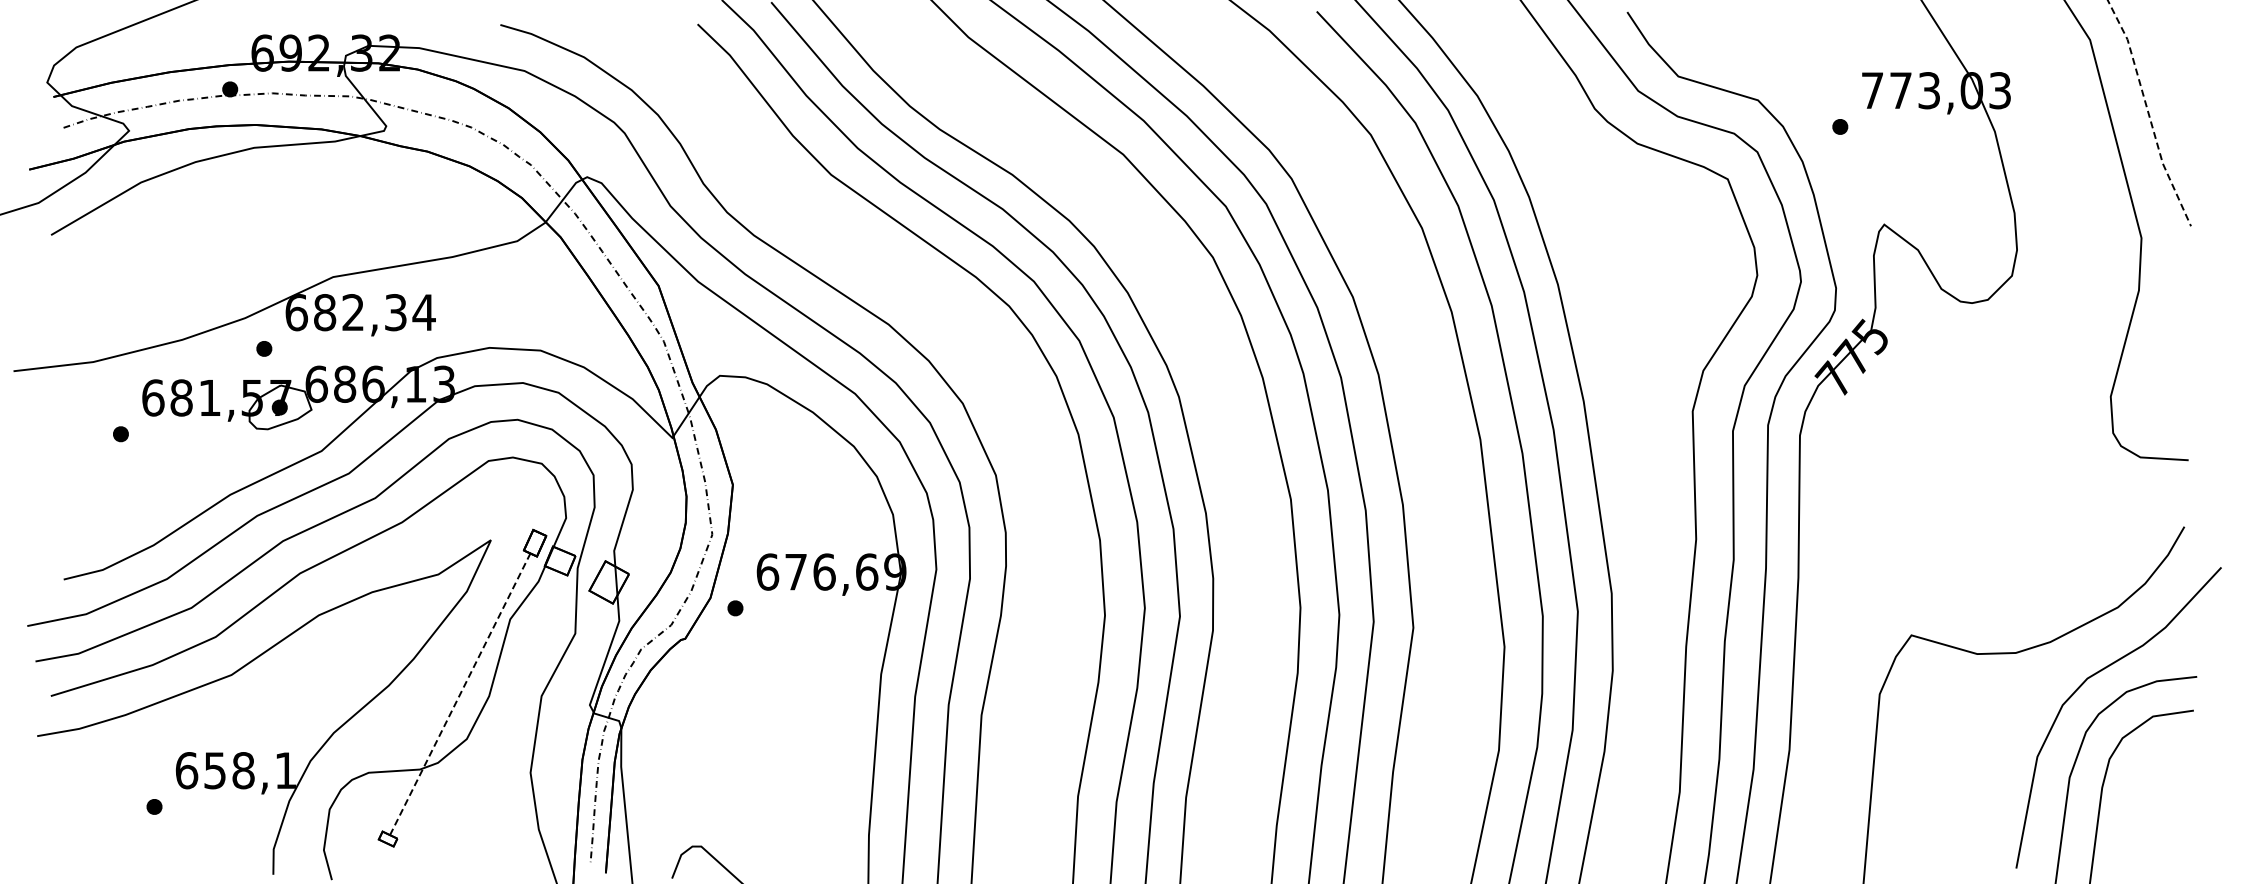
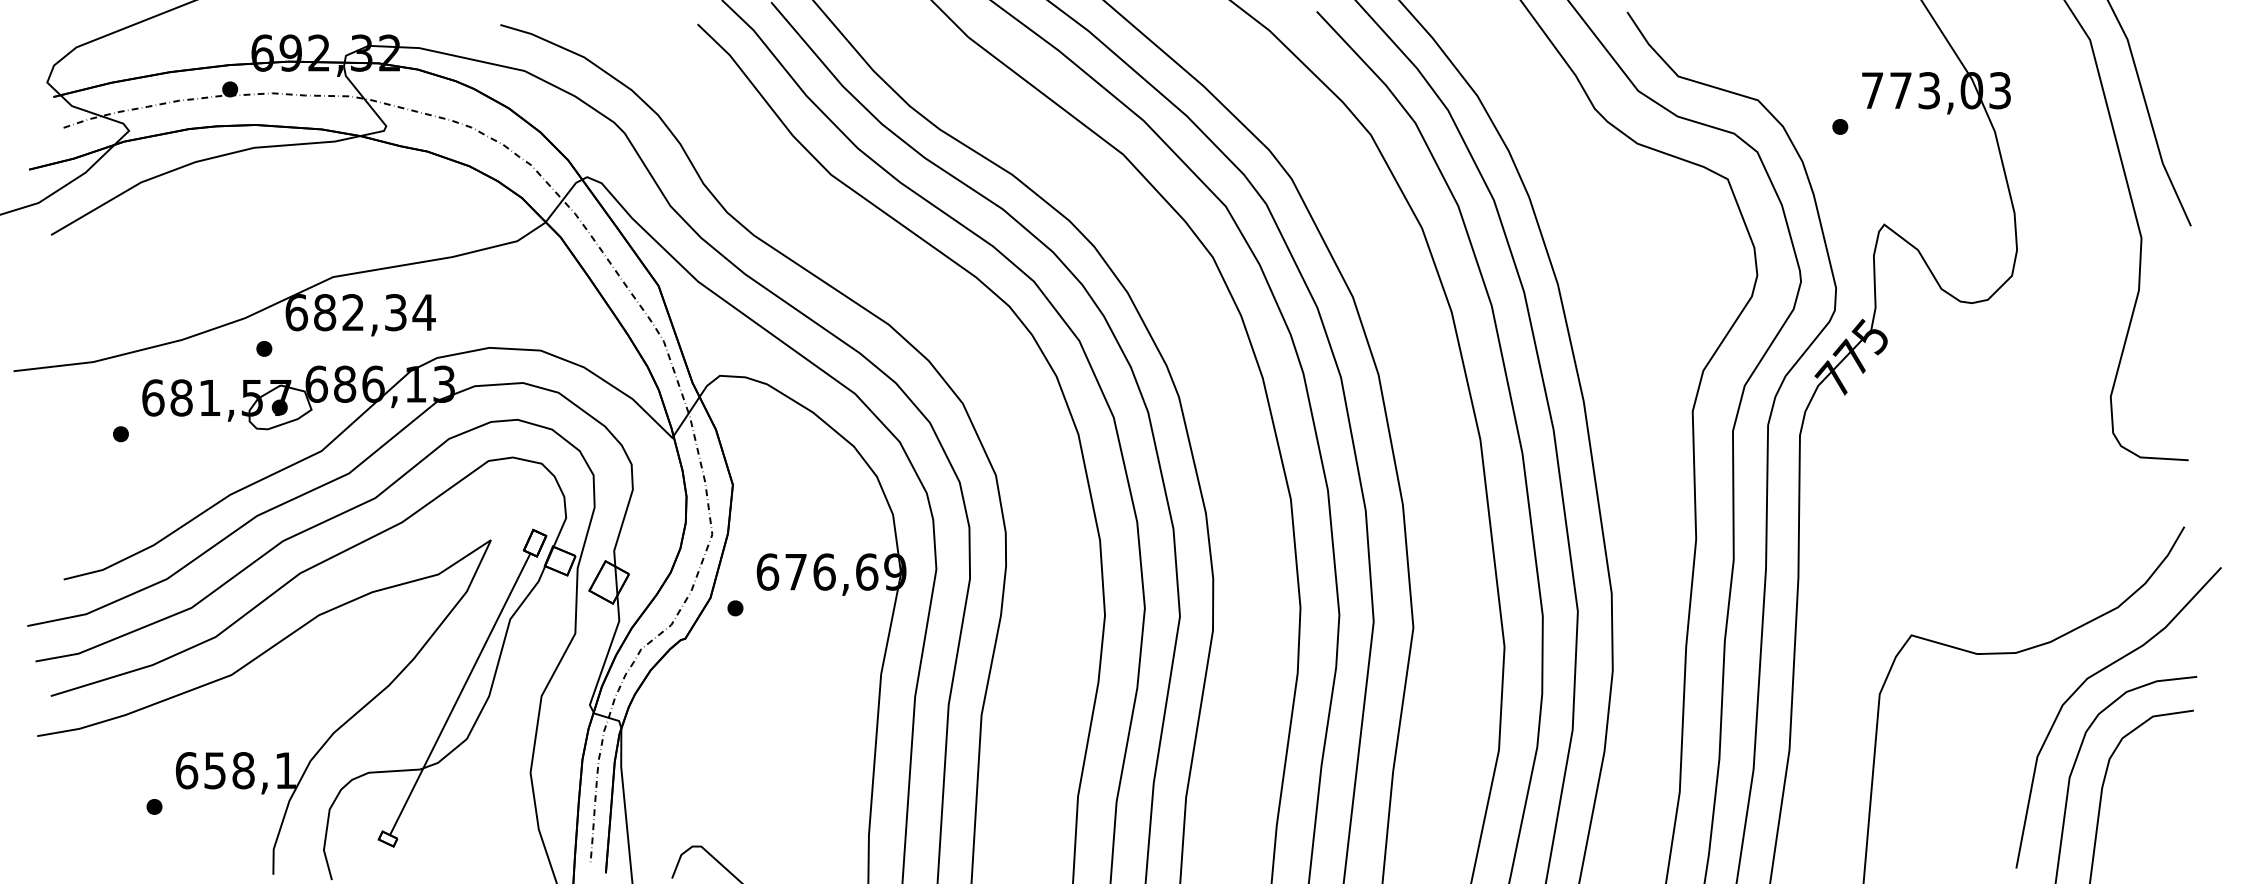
line at (2148, 113): dashed -> solid
line at (460, 693): dashed -> solid
